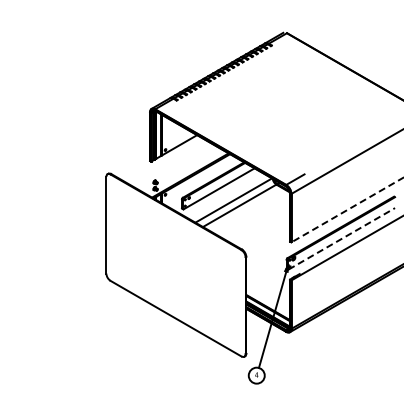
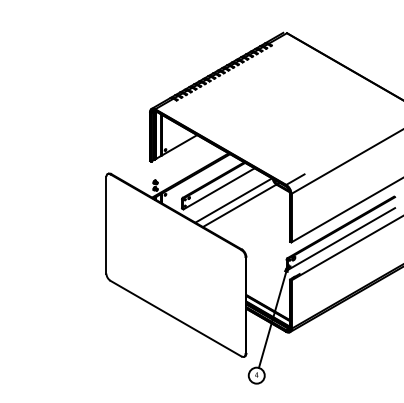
line at (347, 210): dashed -> solid
line at (342, 238): dashed -> solid
